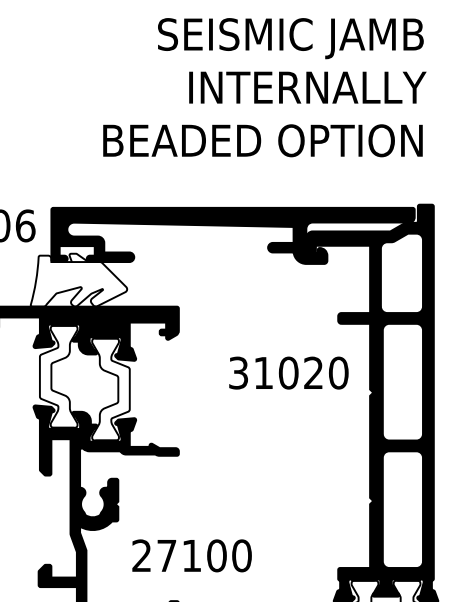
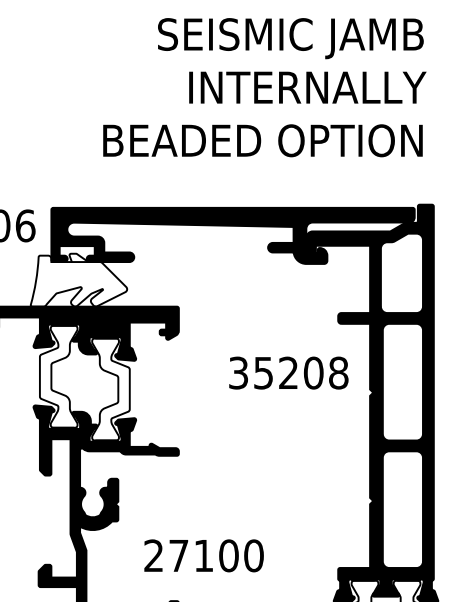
text at (301, 372): 31020 -> 35208
text at (191, 555) position: (191, 555) -> (203, 555)
